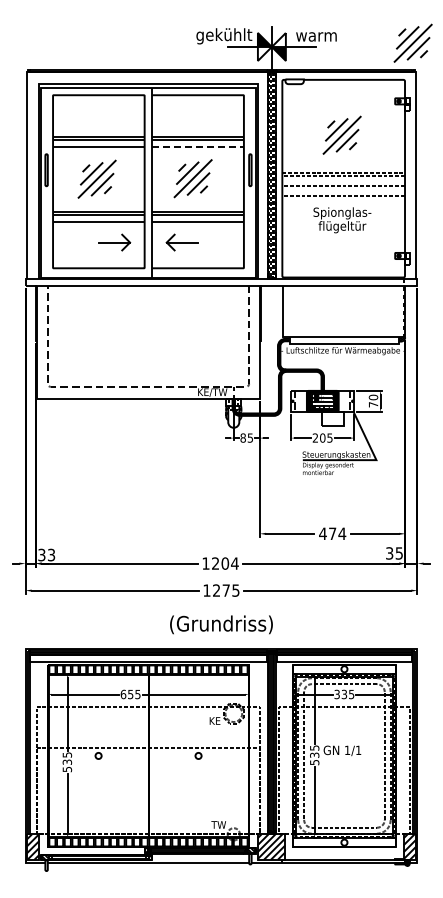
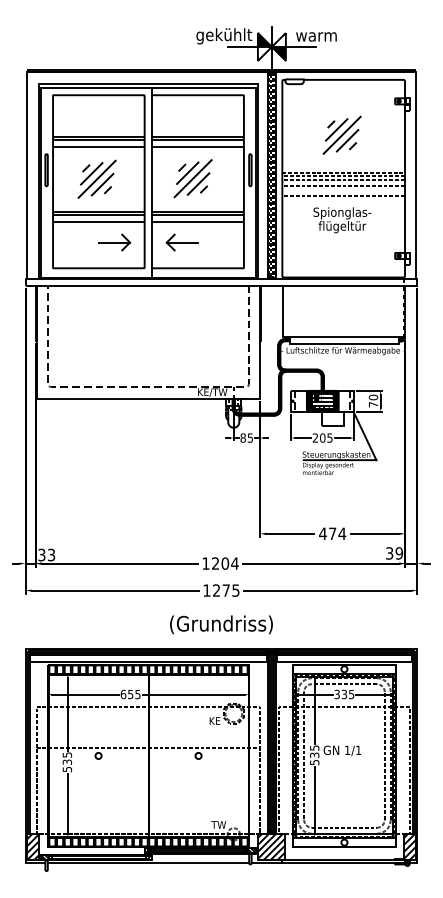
part at (412, 42): present -> none
line at (198, 146): dashed -> solid
line at (343, 179): none -> present
text at (399, 553): 35 -> 39
